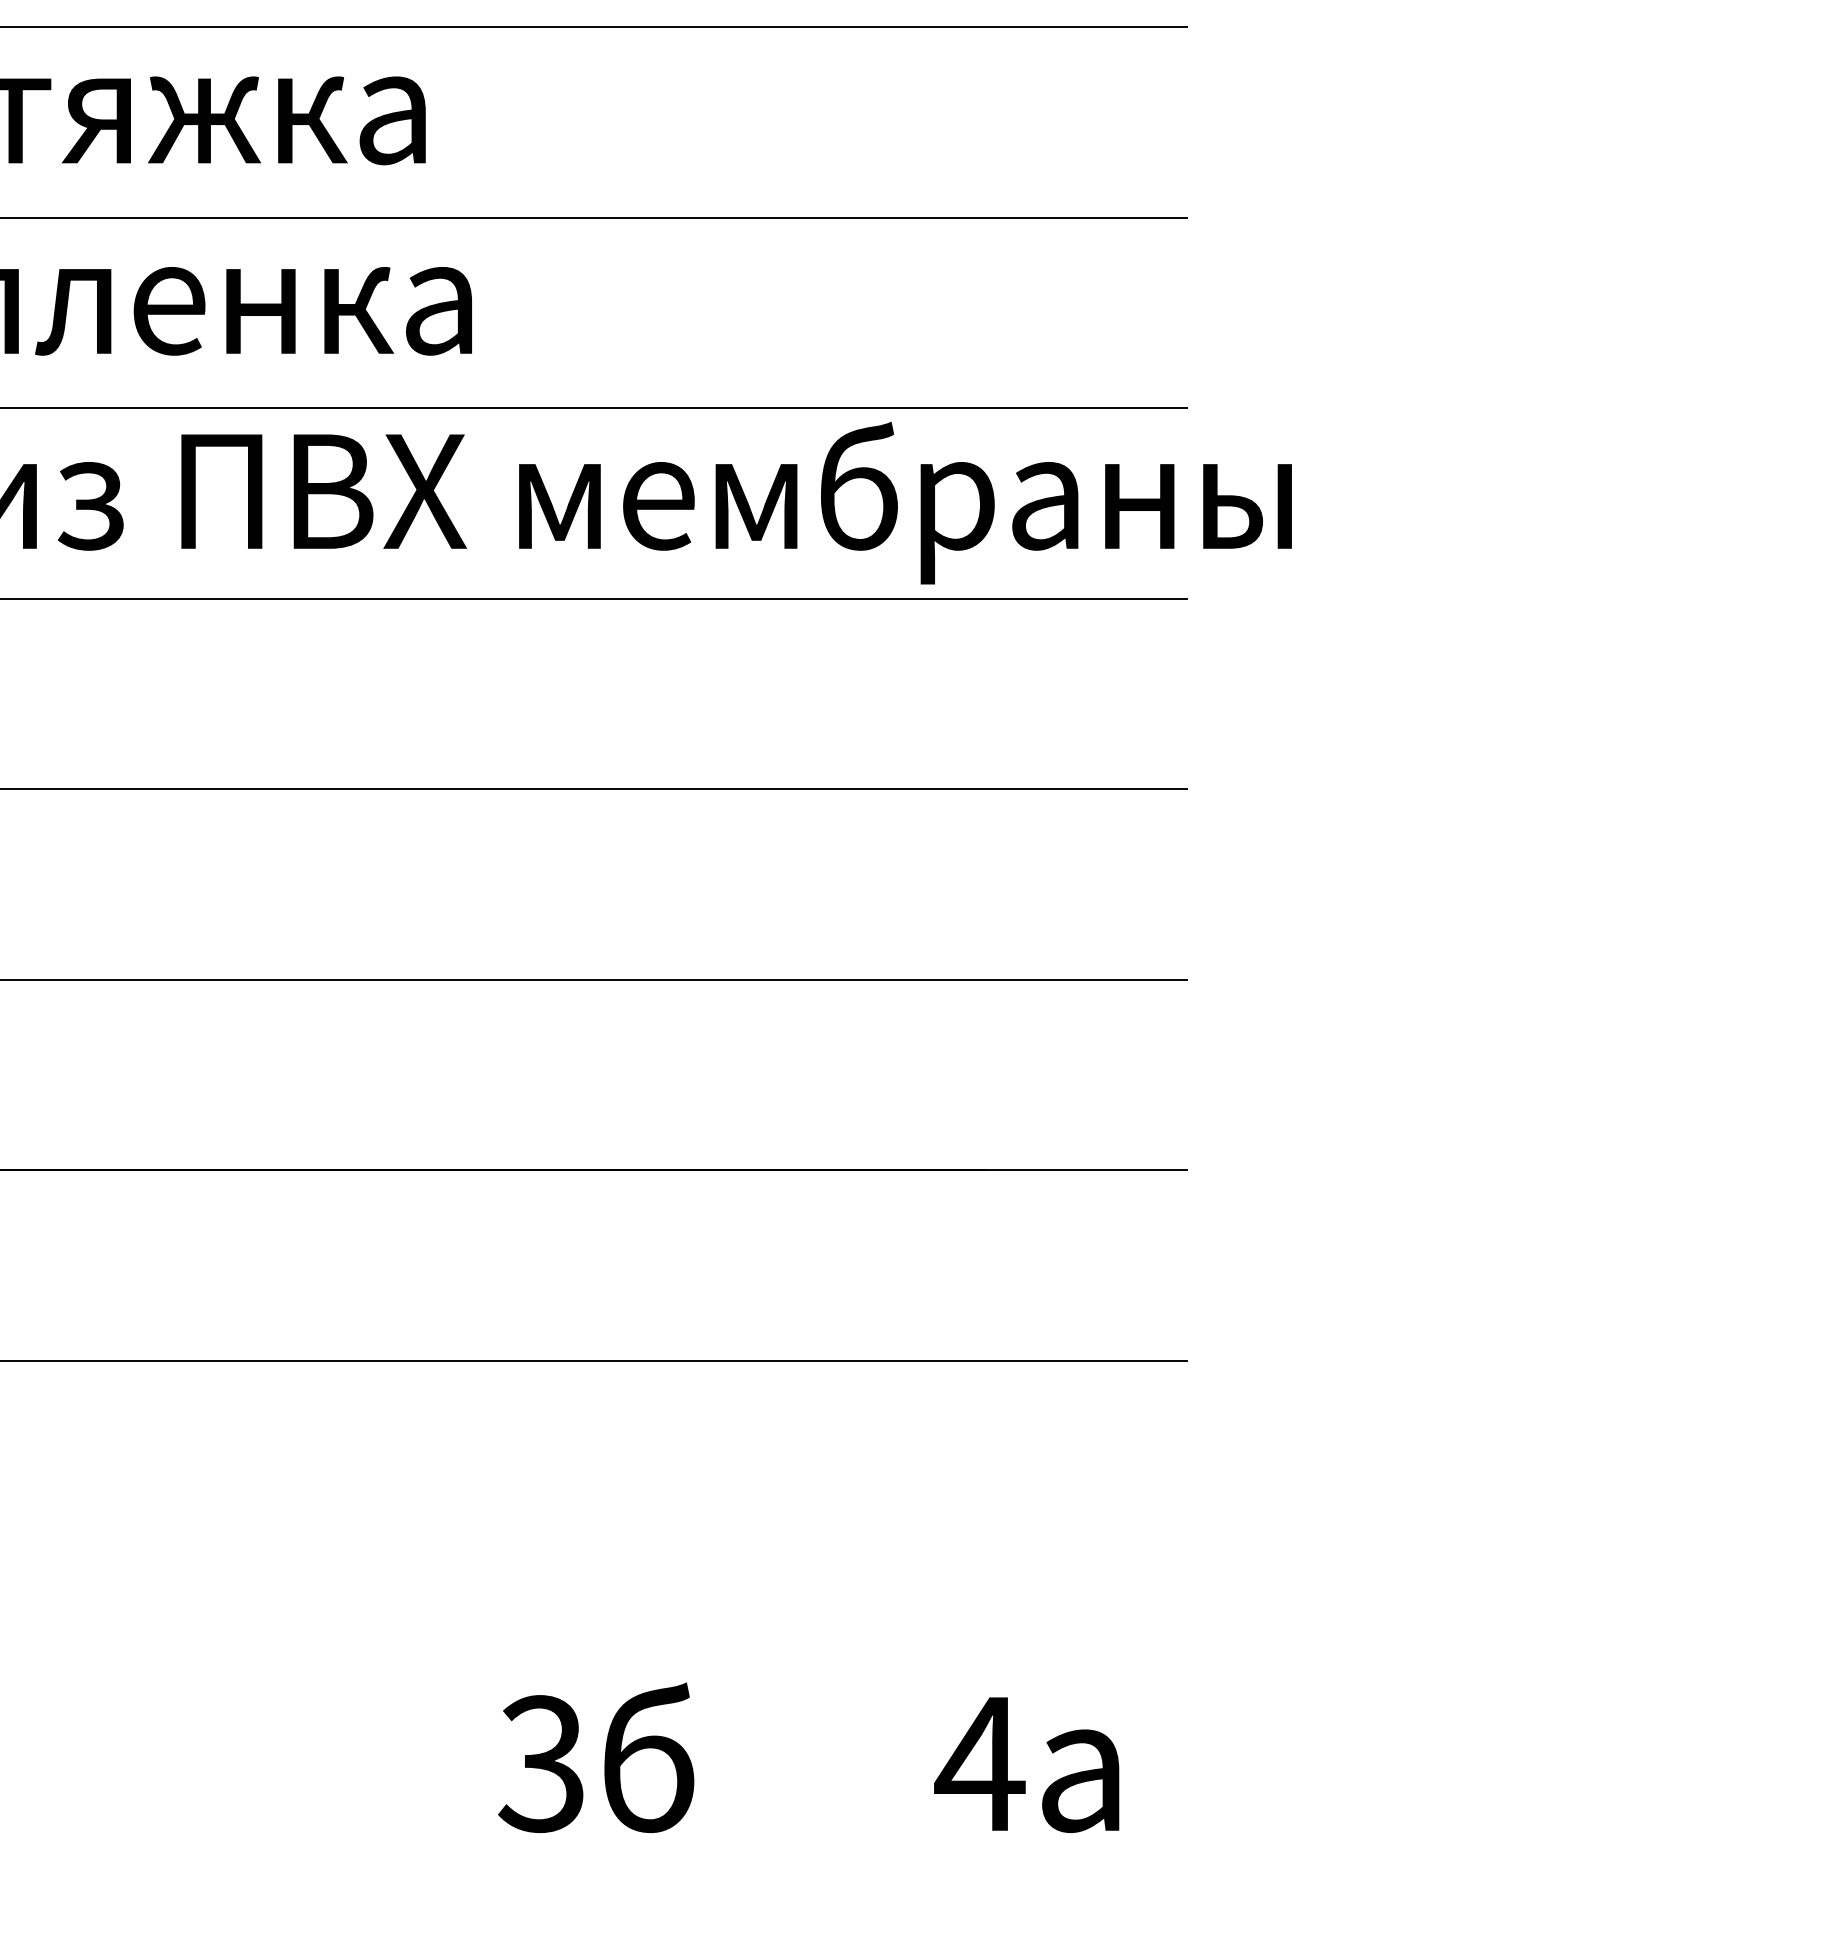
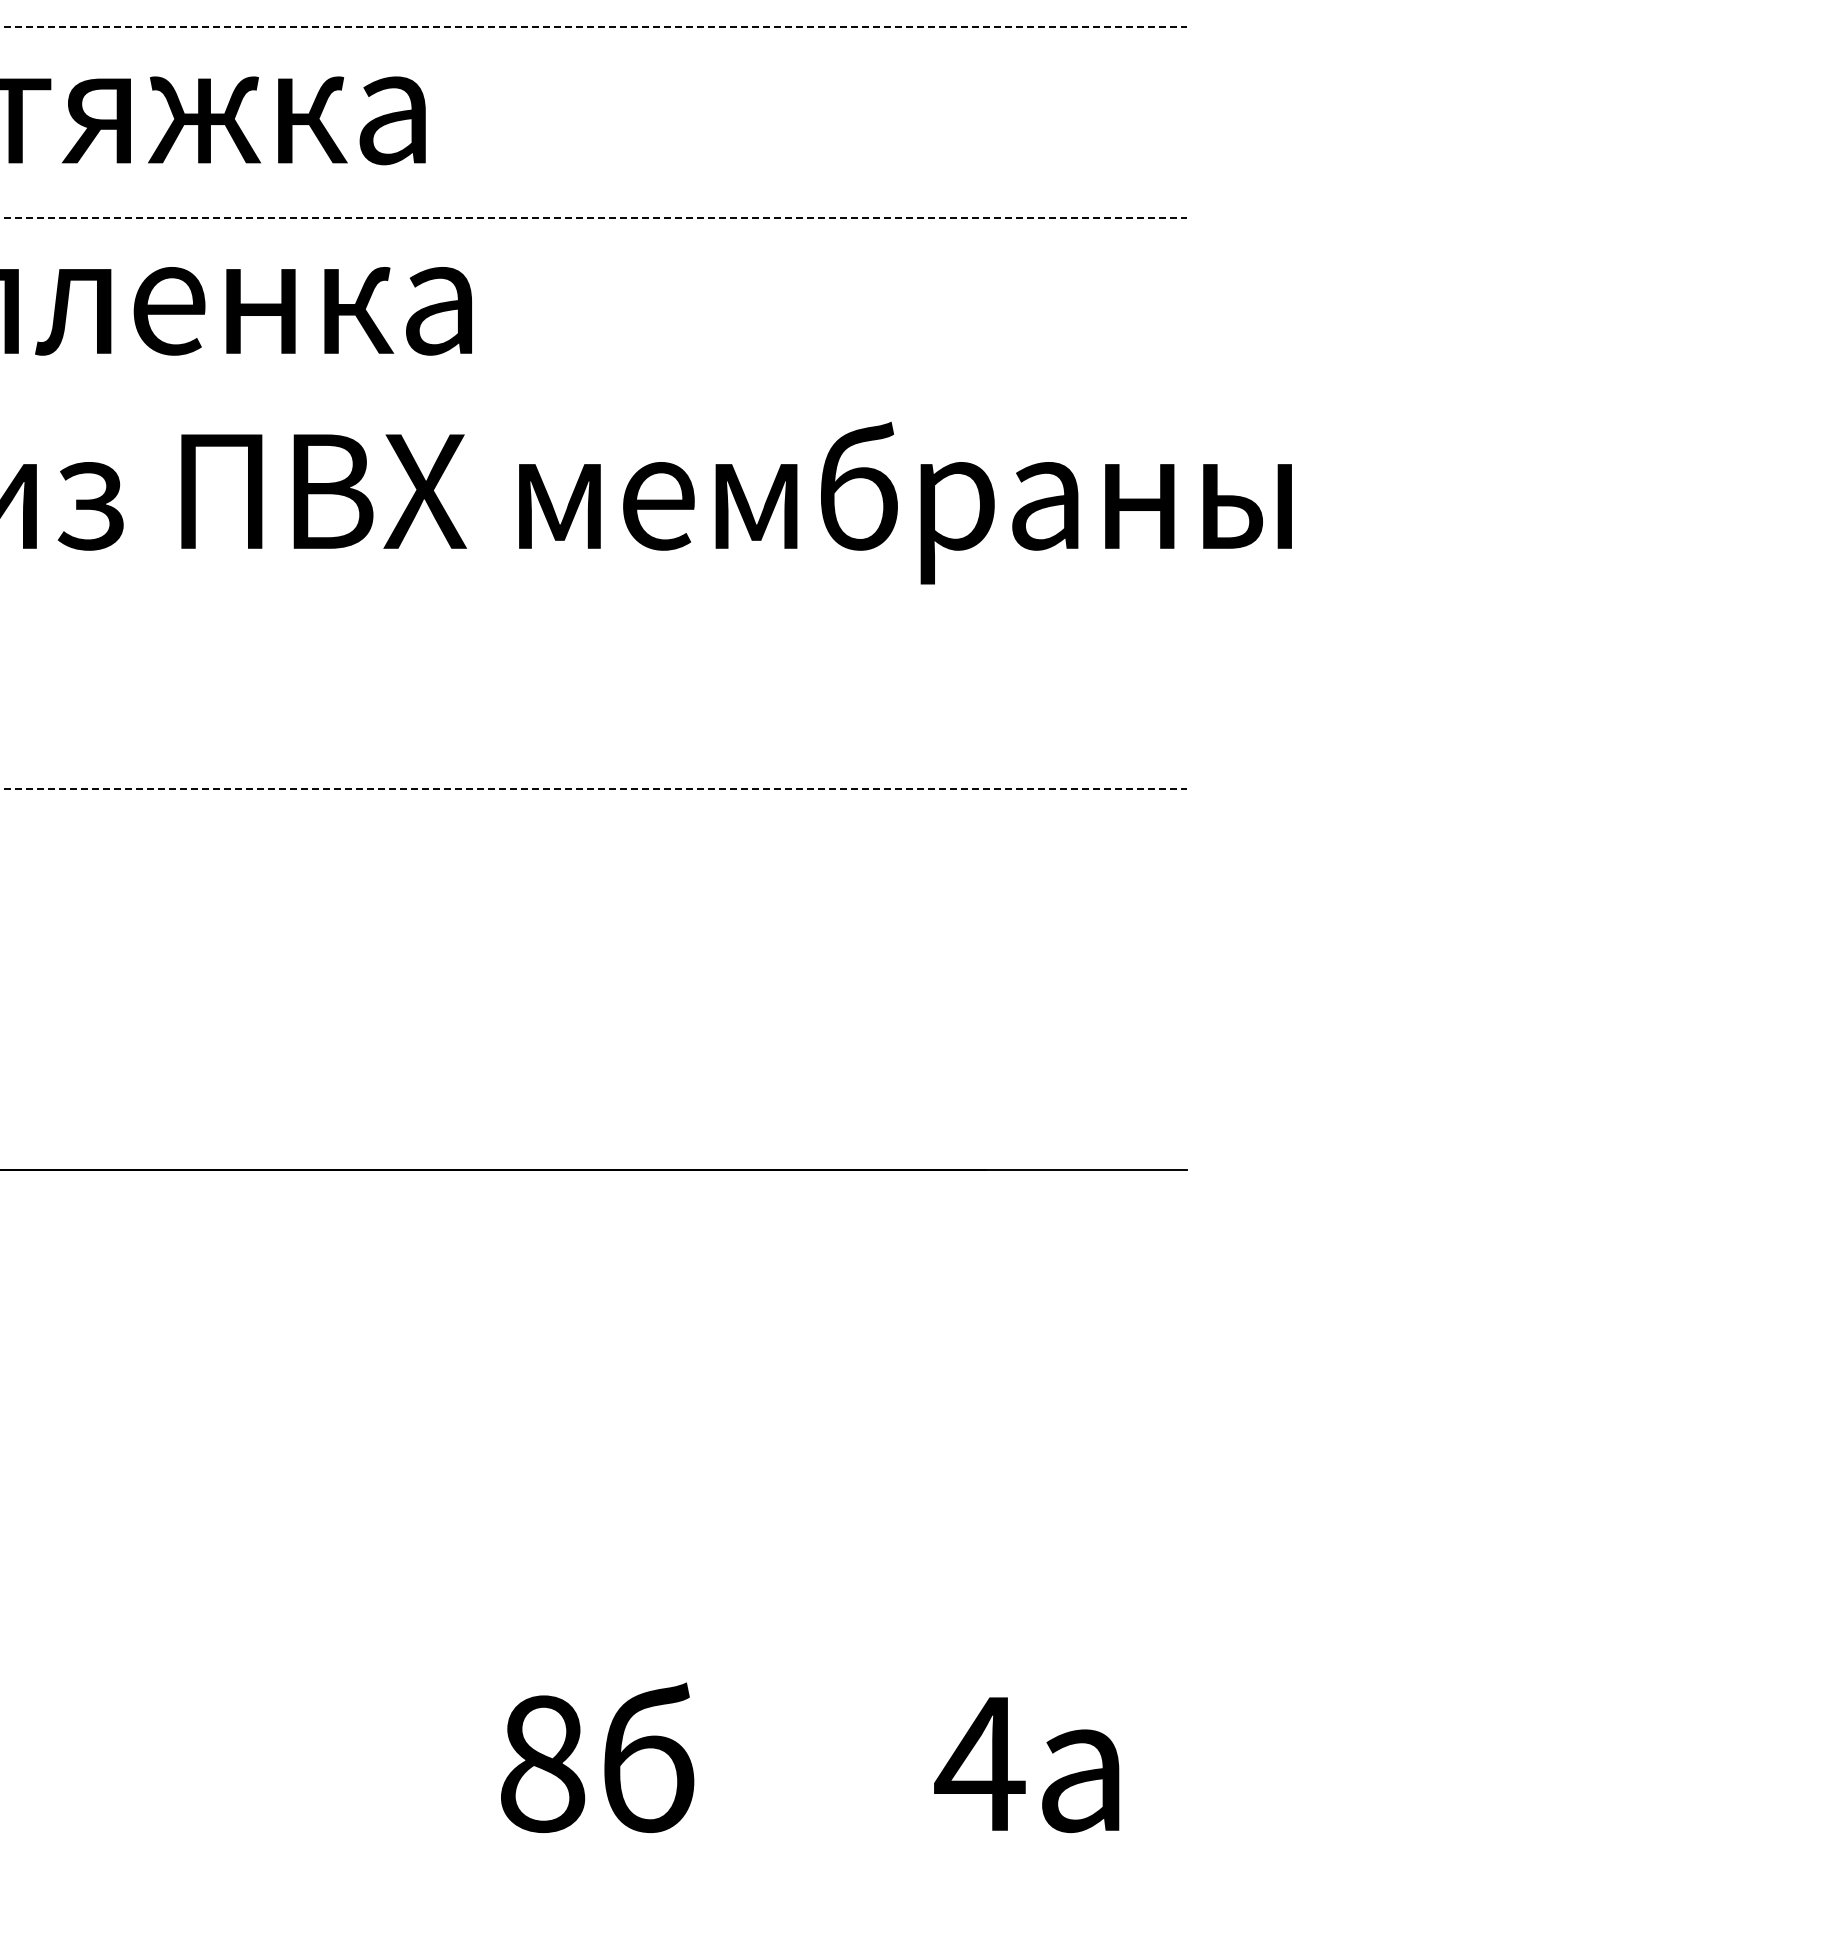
line at (594, 27): solid -> dashed
line at (594, 217): solid -> dashed
line at (594, 408): present -> none
line at (594, 598): present -> none
line at (594, 789): solid -> dashed
line at (594, 979): present -> none
line at (594, 1360): present -> none
text at (541, 1763): 3 -> 8
